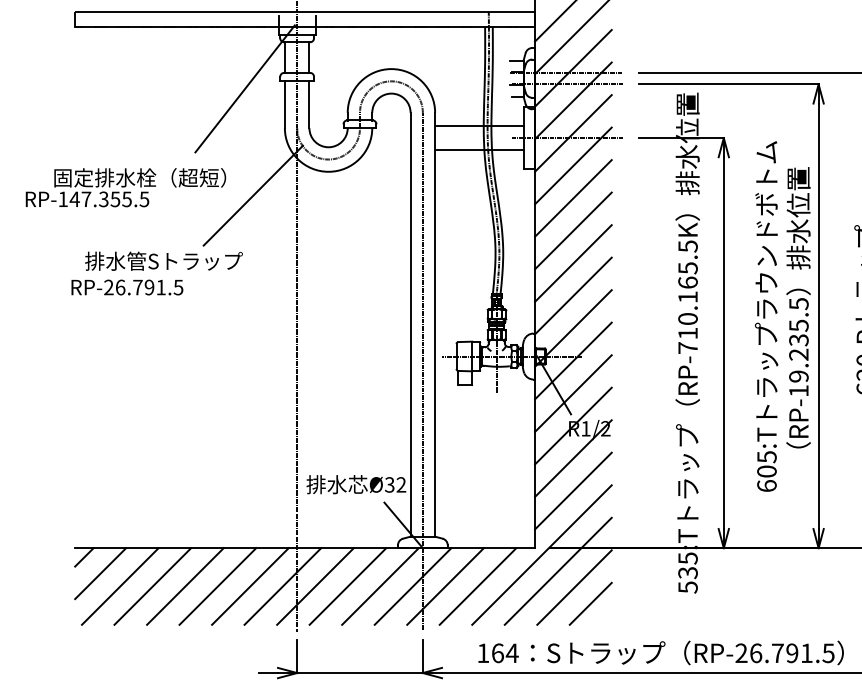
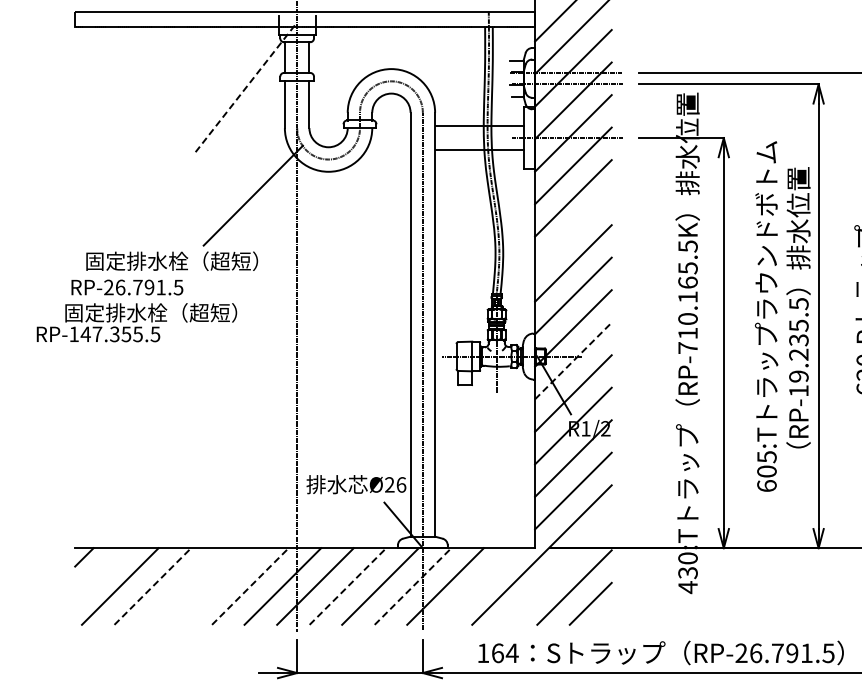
line at (245, 88): solid -> dashed
text at (125, 187) position: (125, 187) -> (136, 322)
line at (573, 230): present -> none
text at (171, 260): 排水管Sトラップ -> 固定排水栓（超短）
line at (573, 360): solid -> dashed
text at (395, 484): Ø32 -> Ø26
line at (557, 570): present -> none
line at (100, 573): present -> none
text at (687, 573): 535:T -> 430:T
line at (153, 586): solid -> dashed
line at (185, 586): present -> none
line at (217, 586): present -> none
line at (250, 586): solid -> dashed
line at (348, 586): solid -> dashed
line at (413, 586): solid -> dashed
line at (477, 586): present -> none
